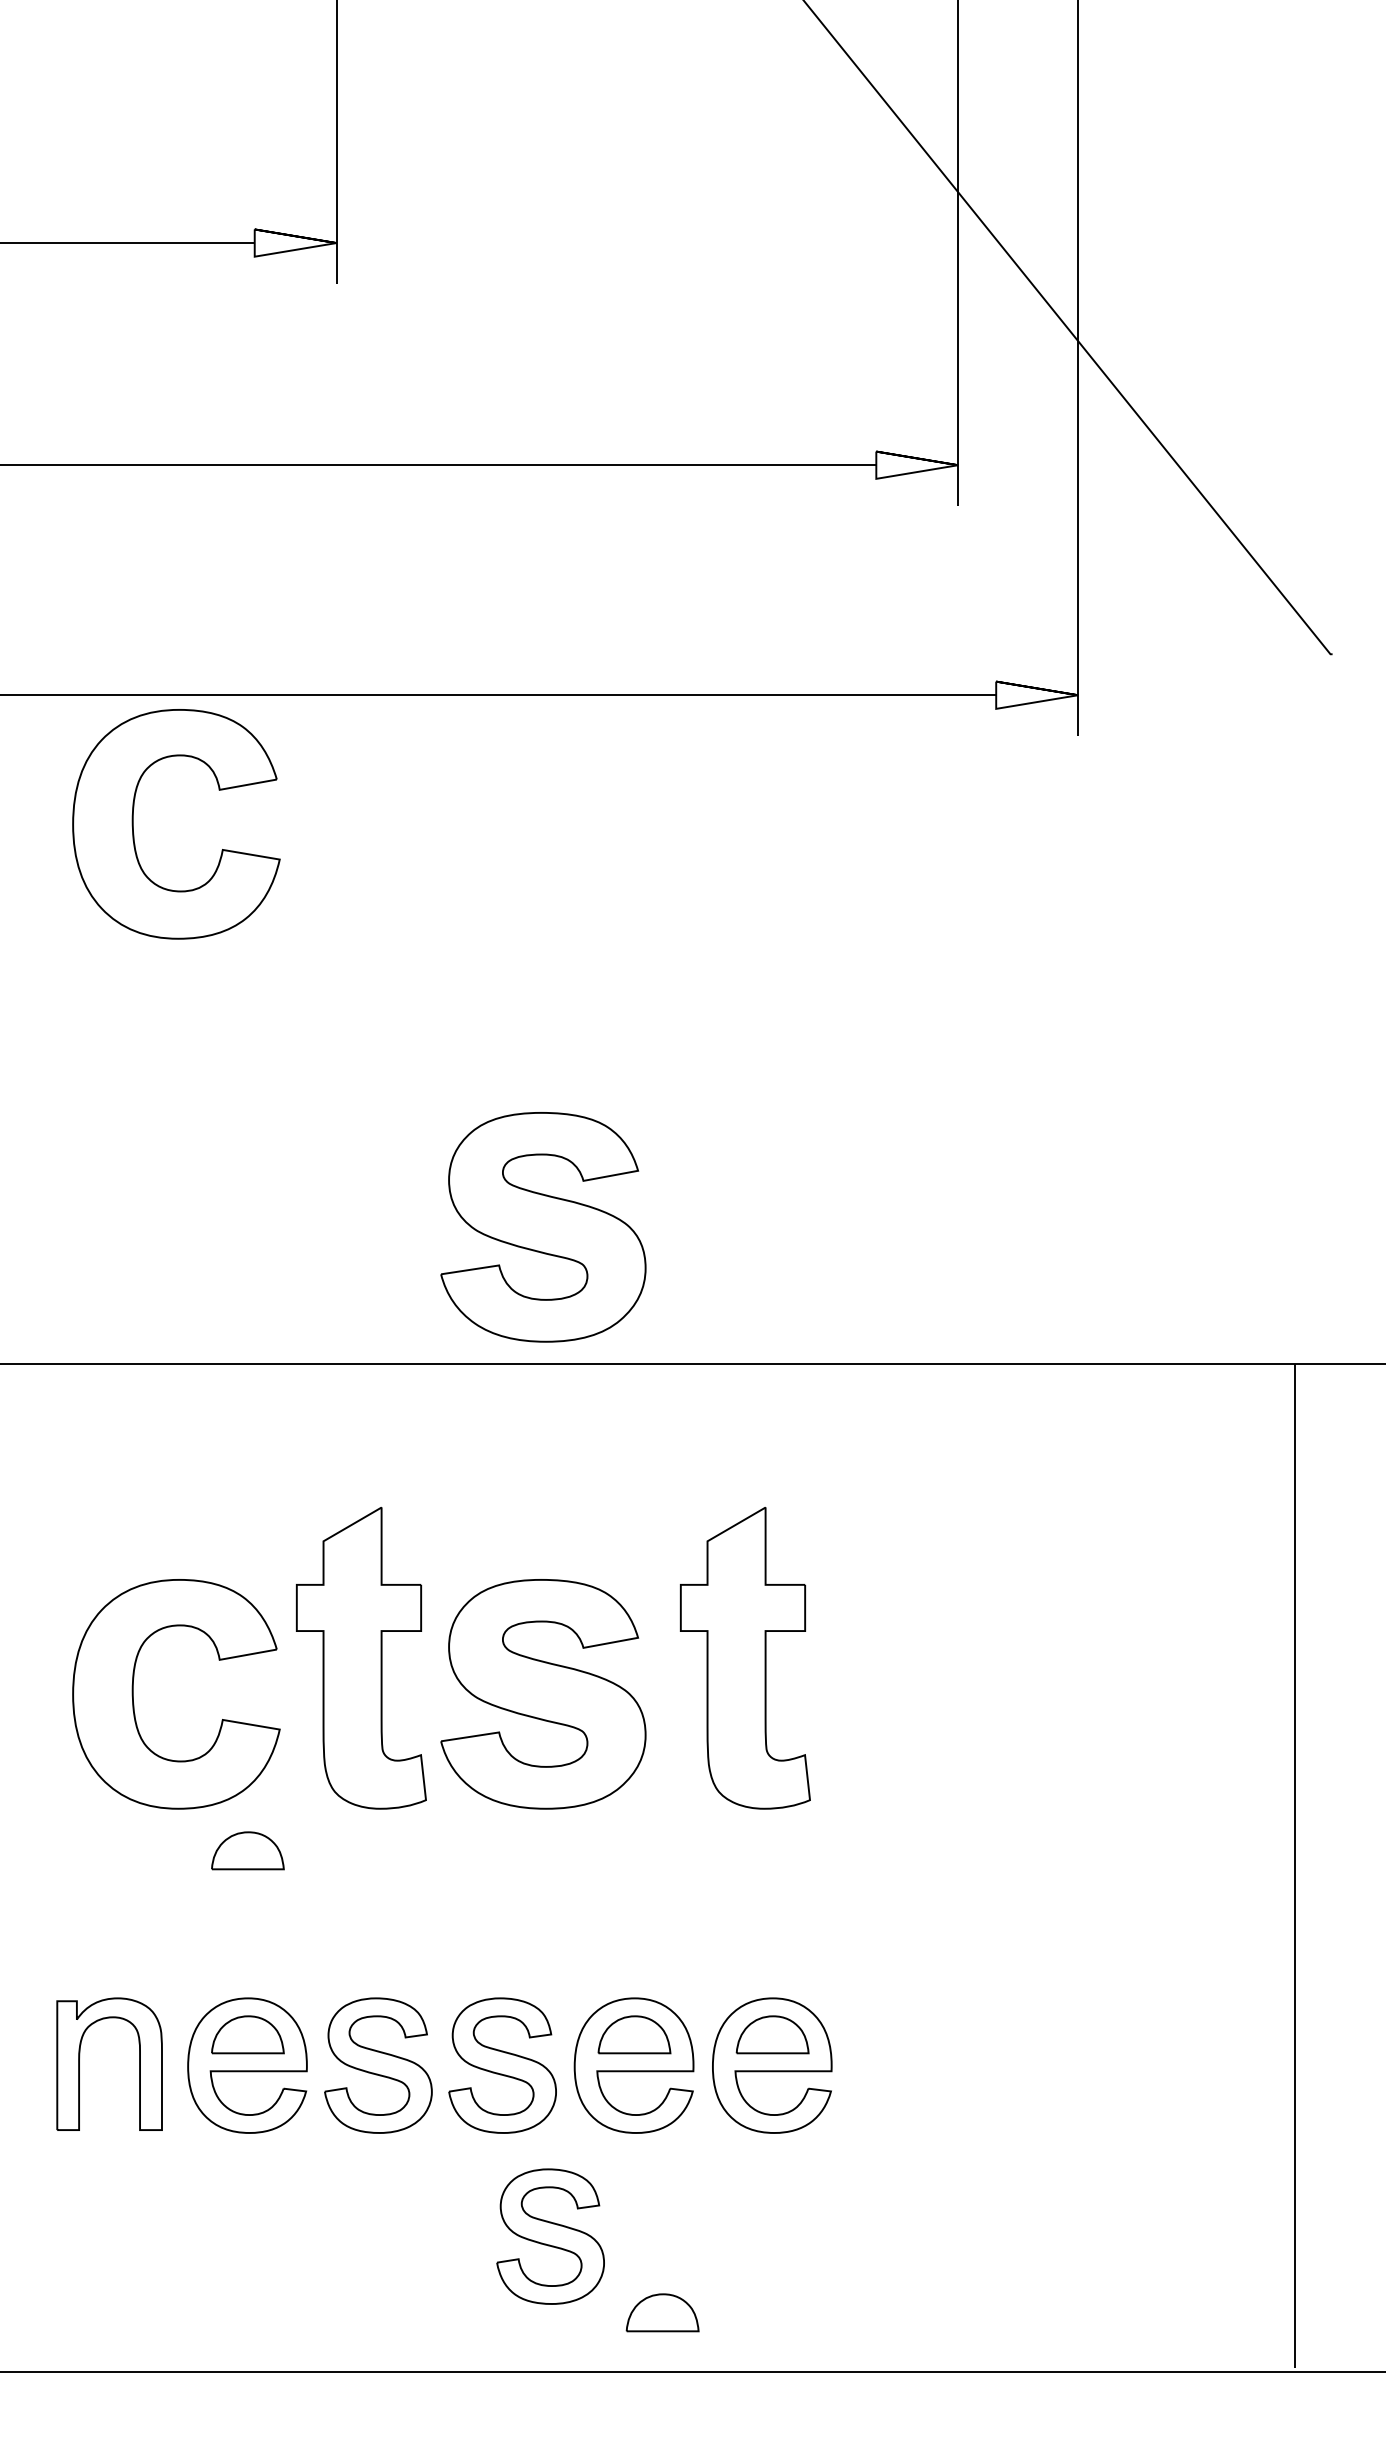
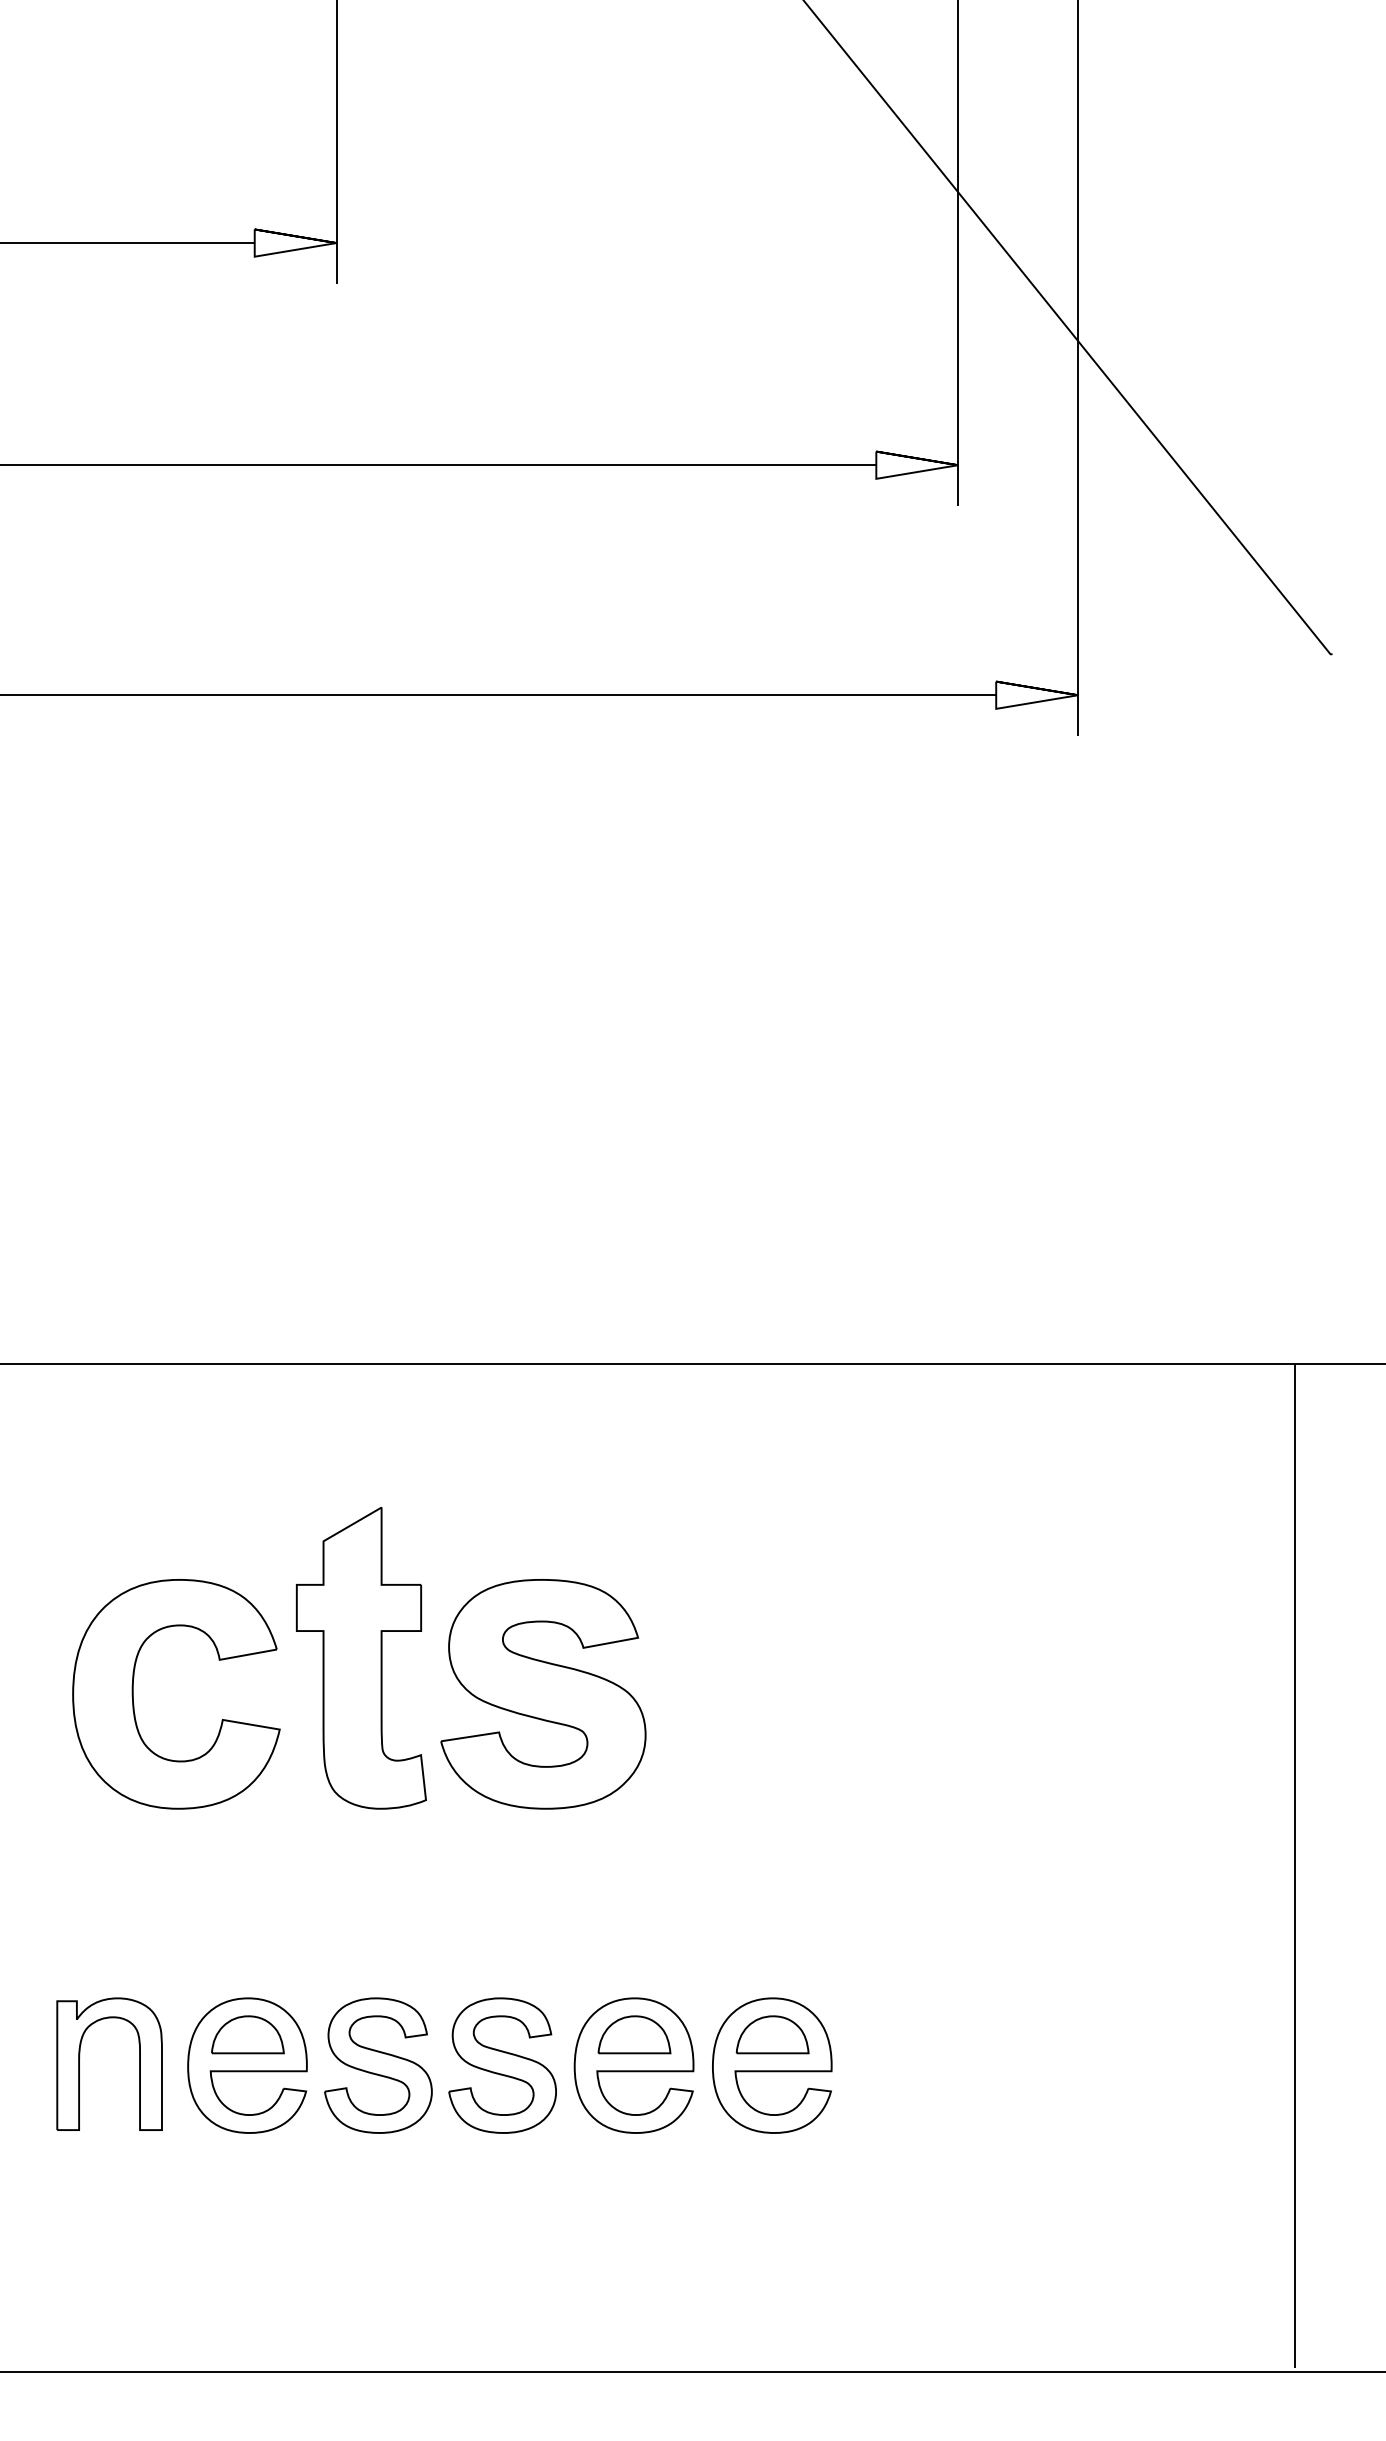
part at (133, 824): present -> none
part at (543, 1227): present -> none
part at (745, 1658): present -> none
part at (247, 1850): present -> none
part at (550, 2236): present -> none
part at (662, 2312): present -> none
